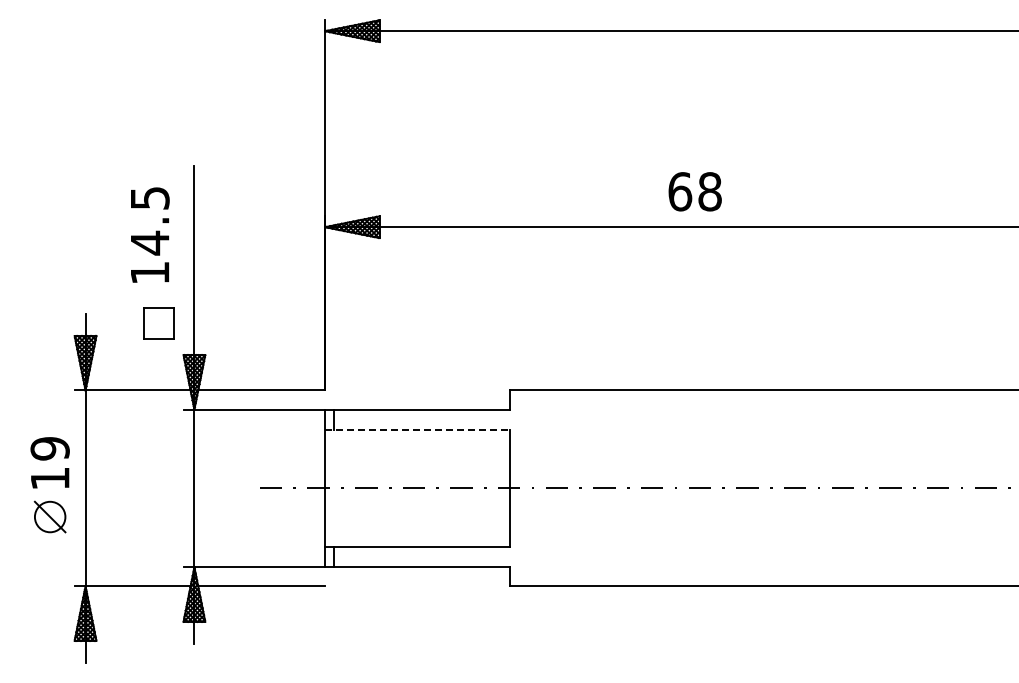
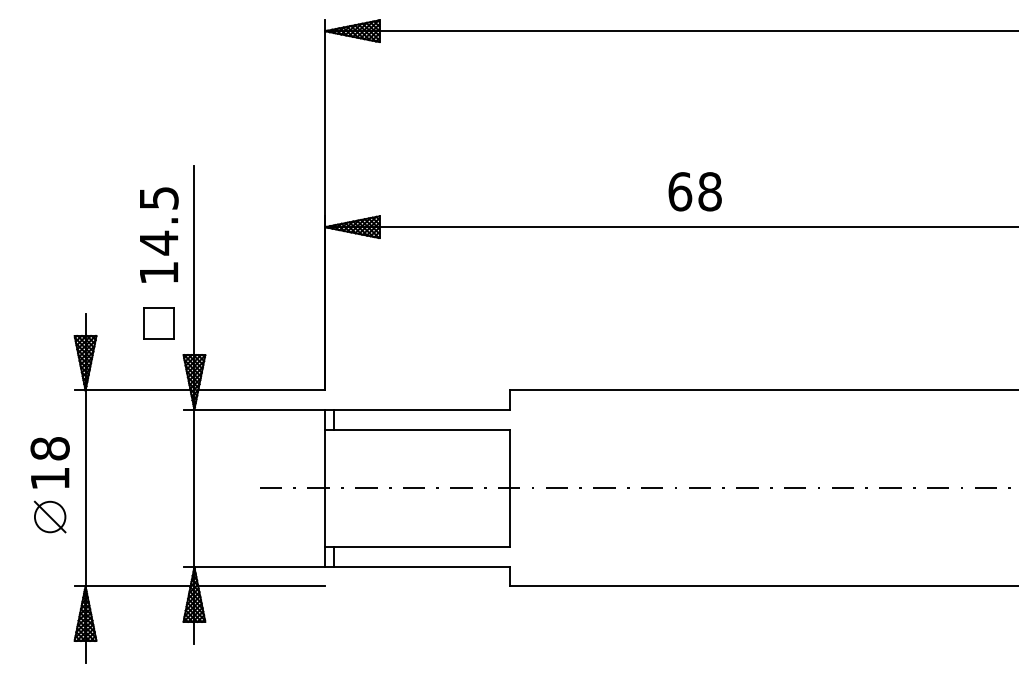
text at (150, 234) position: (150, 234) -> (159, 234)
line at (417, 430): dashed -> solid
text at (49, 448): 19 -> 18
